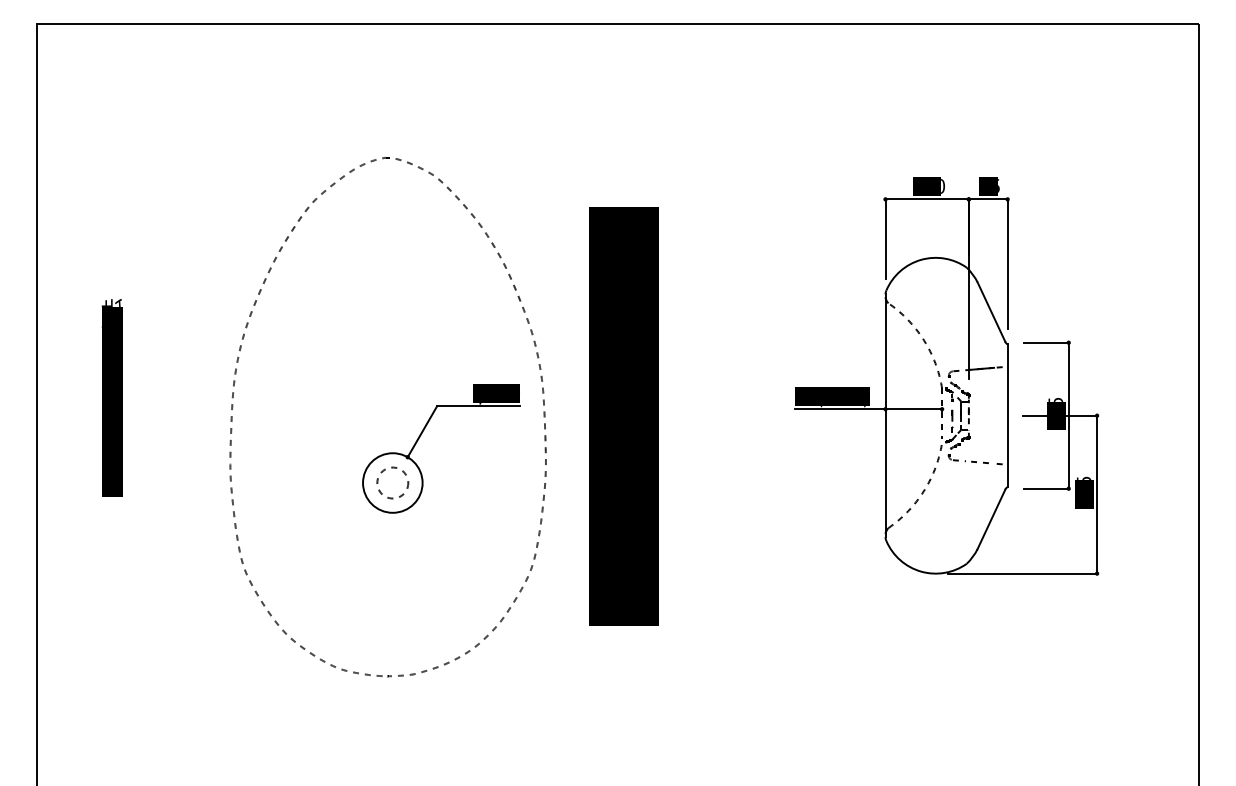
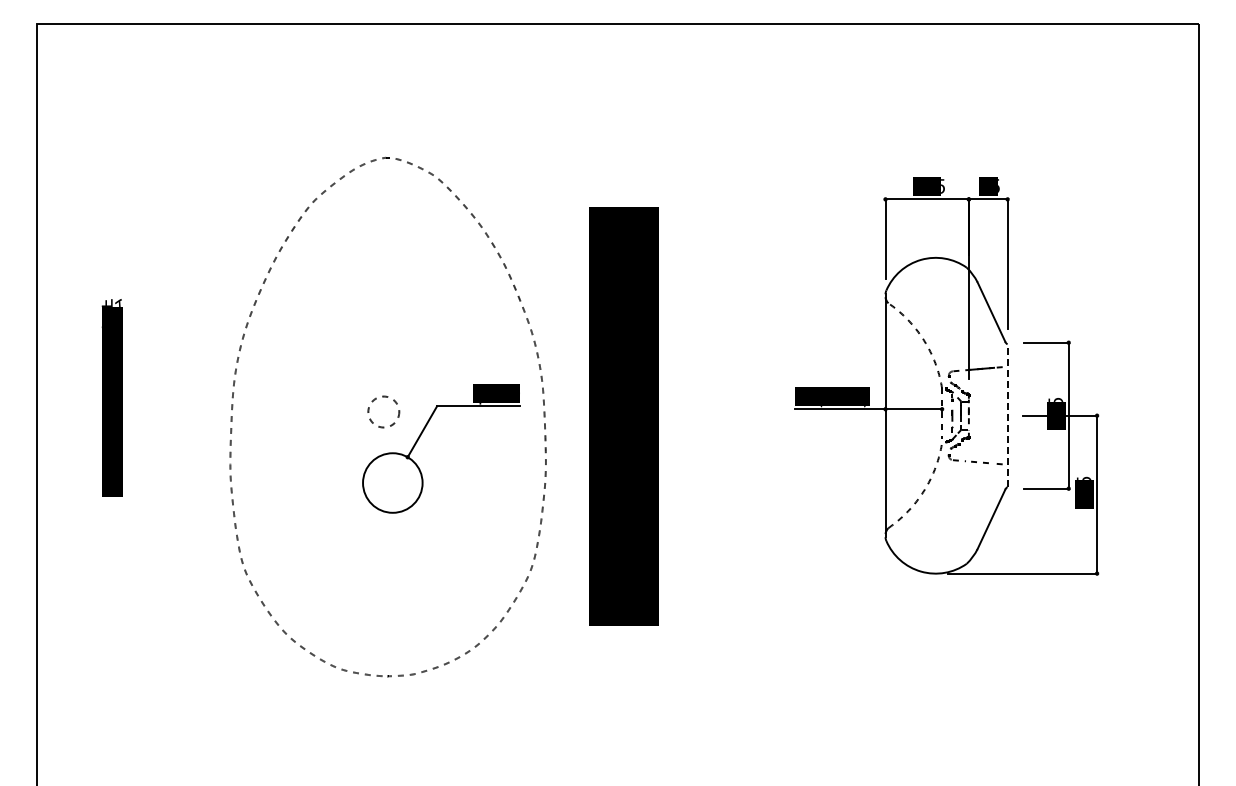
text at (942, 185): 140 -> 175
line at (1007, 415): solid -> dashed
circle at (392, 482) position: (392, 482) -> (383, 411)
